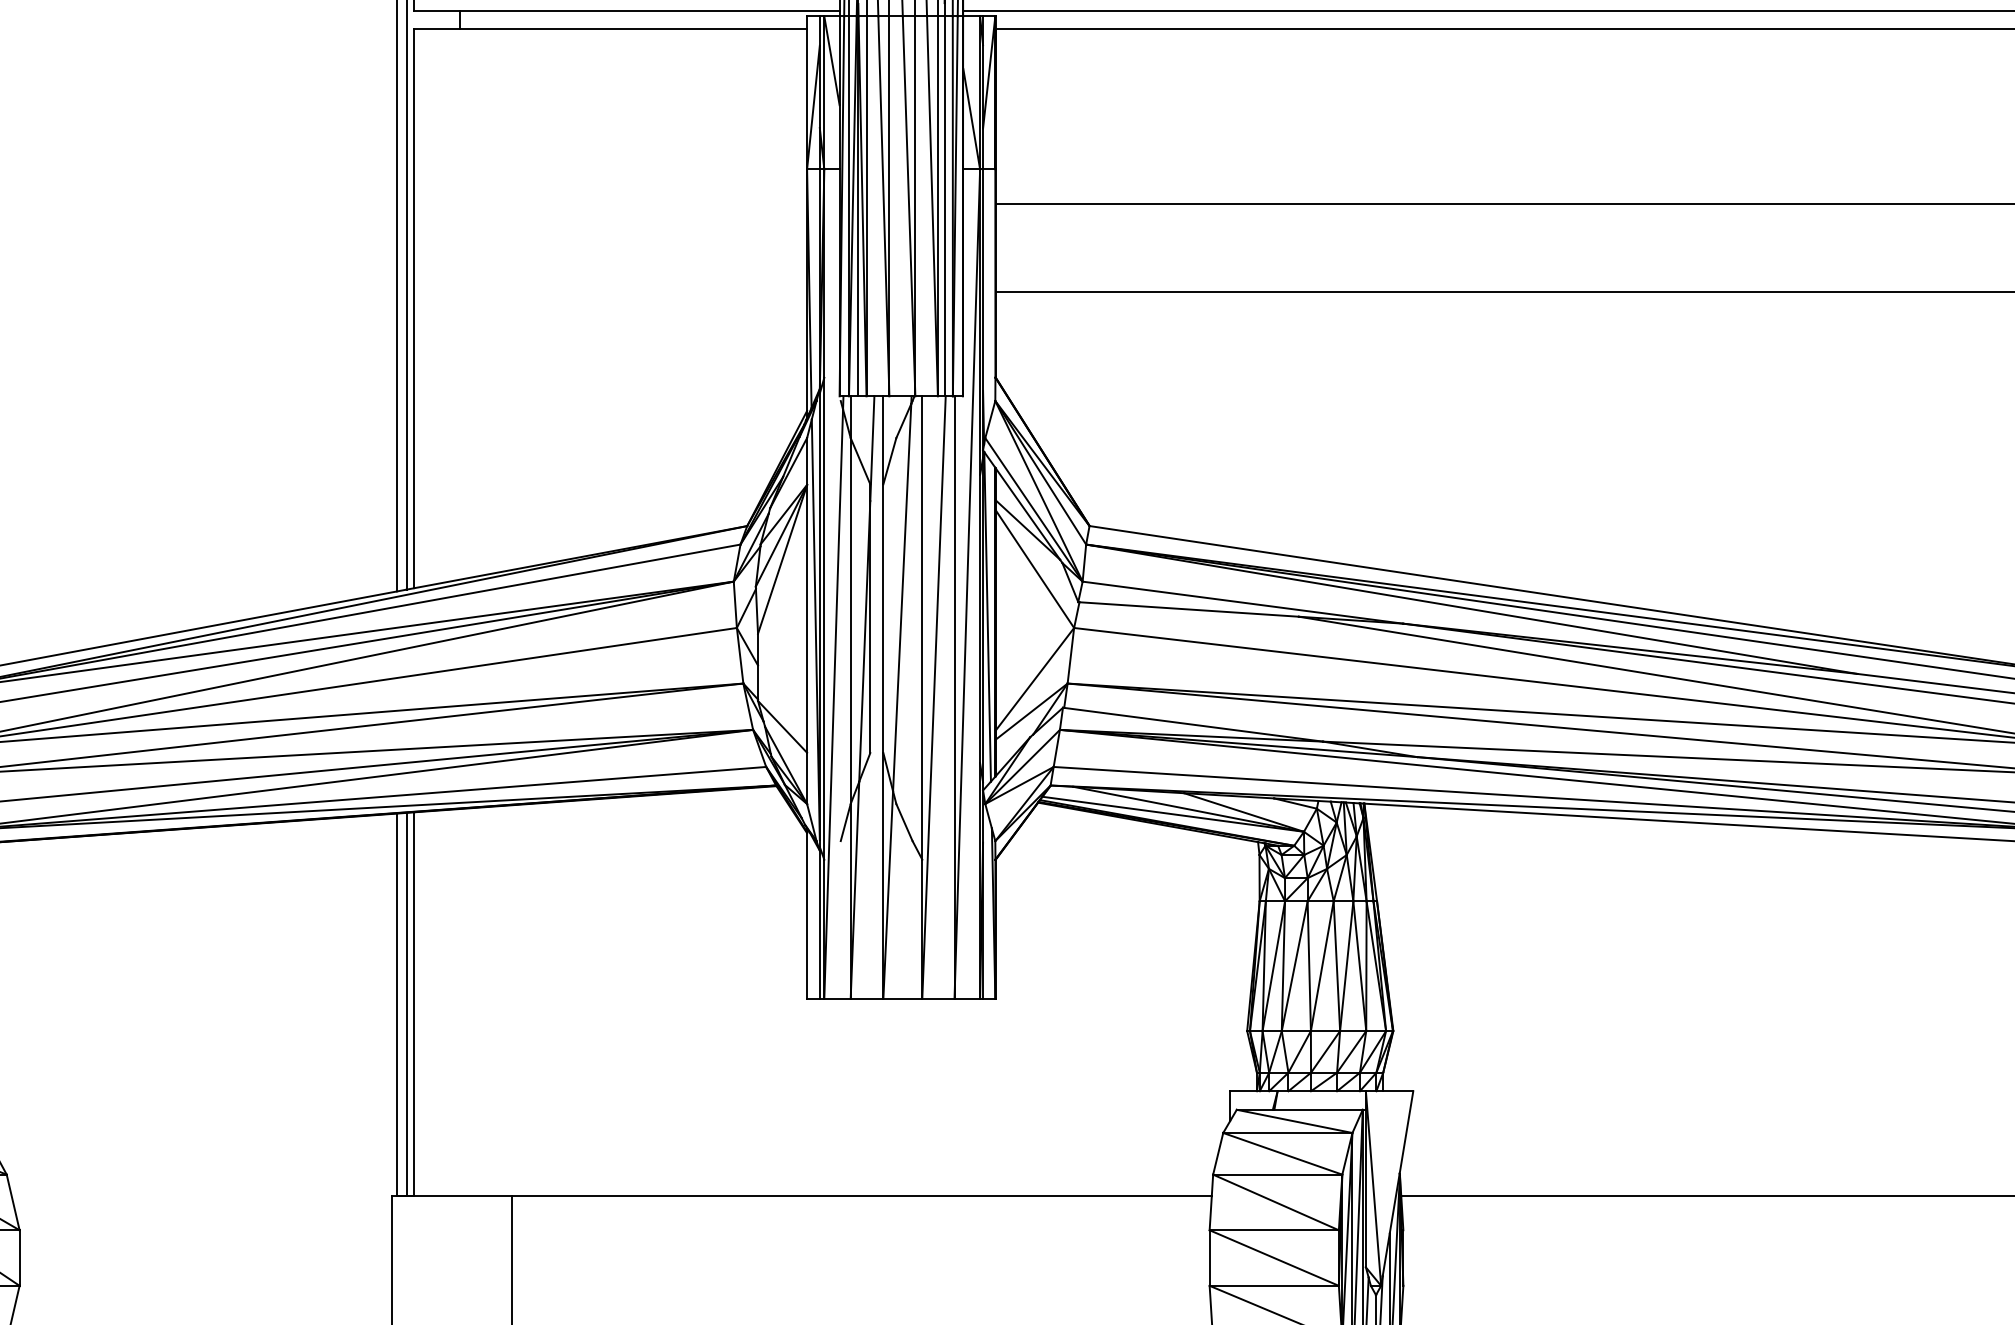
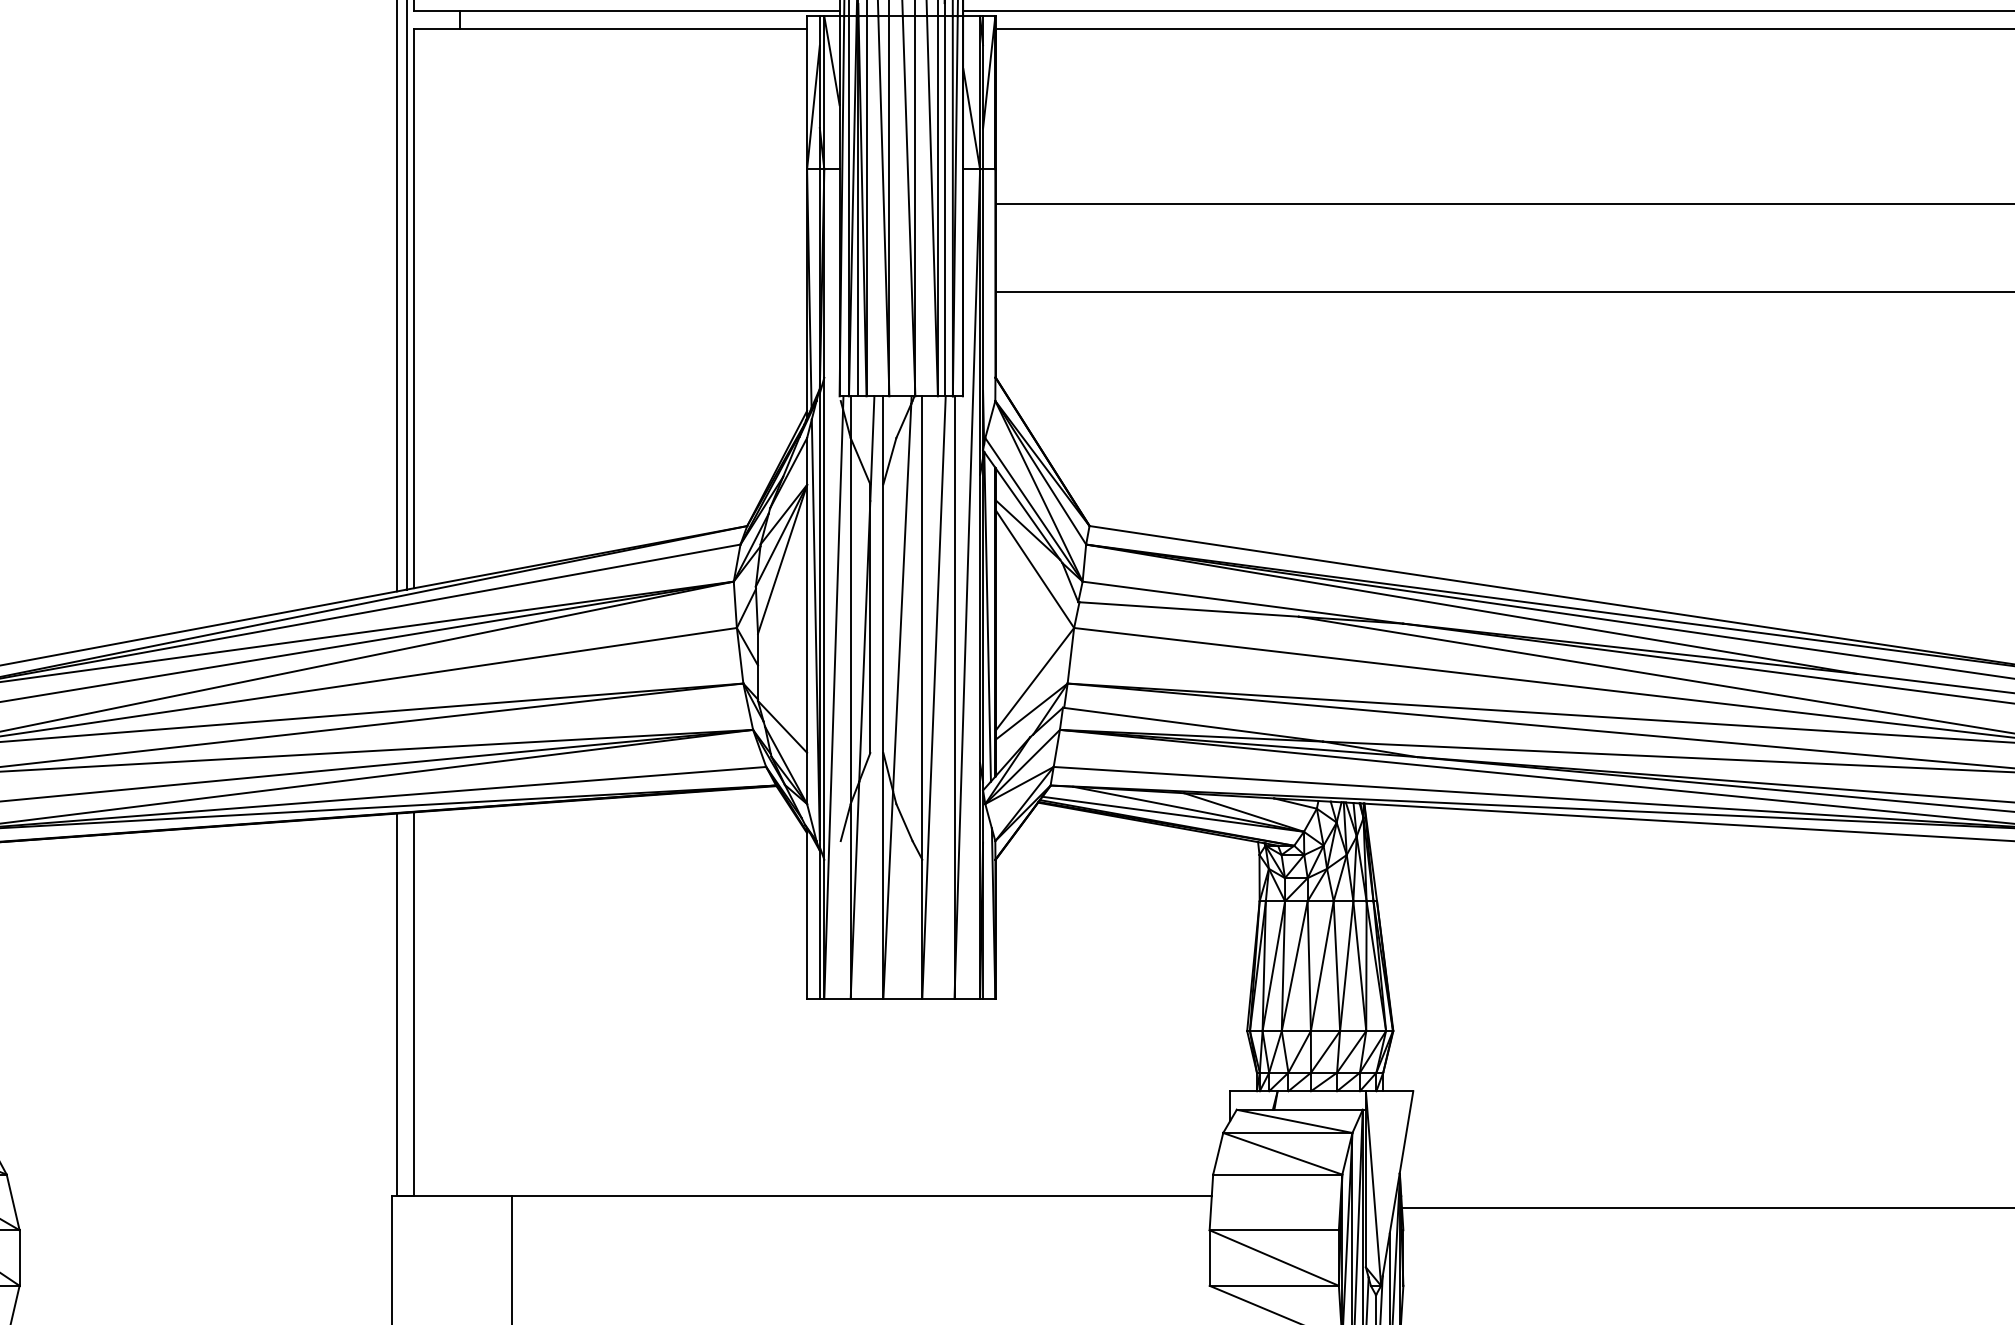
line at (406, 1004): present -> none
line at (1706, 1196) position: (1706, 1196) -> (1706, 1208)
line at (1275, 1202): present -> none
line at (1210, 1303): present -> none
